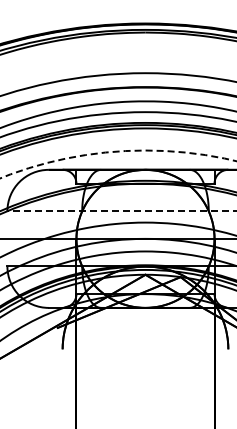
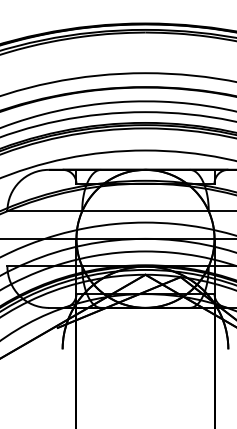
circle at (118, 164): dashed -> solid
line at (122, 211): dashed -> solid
